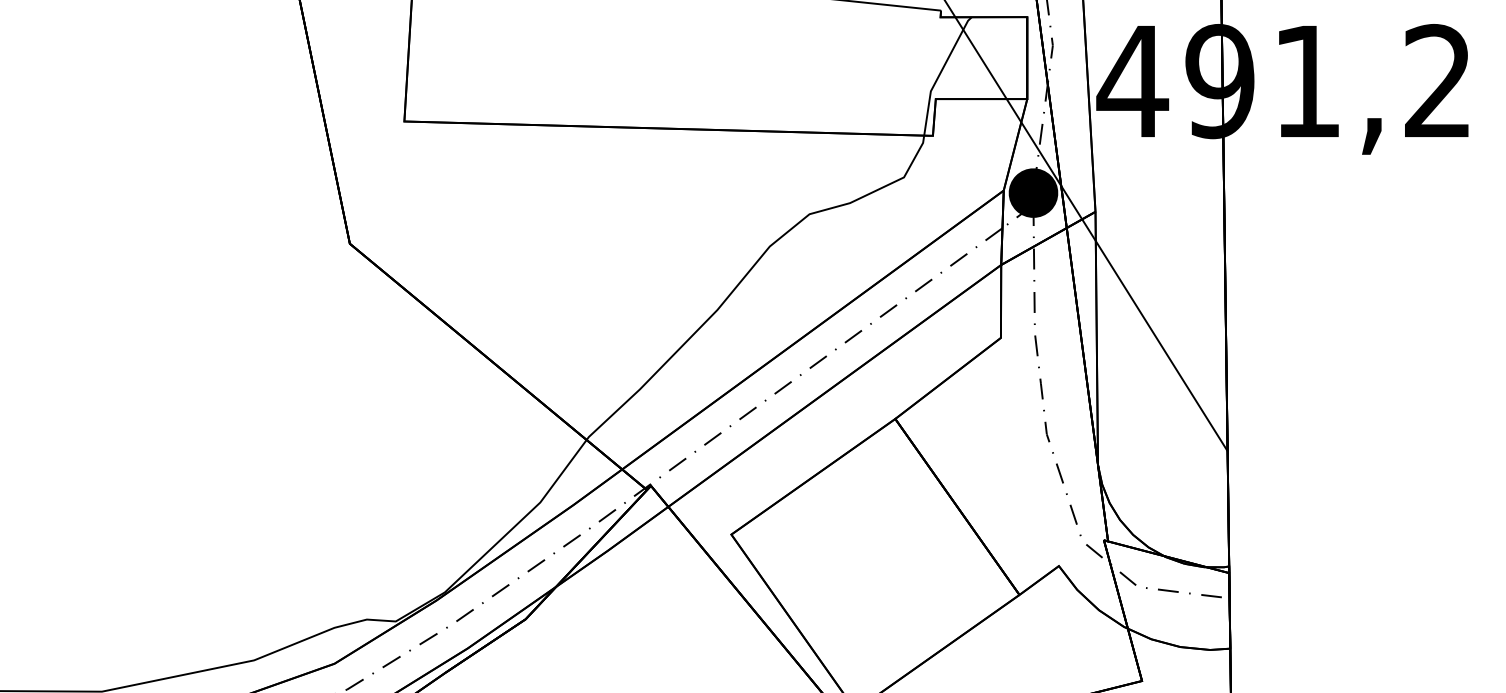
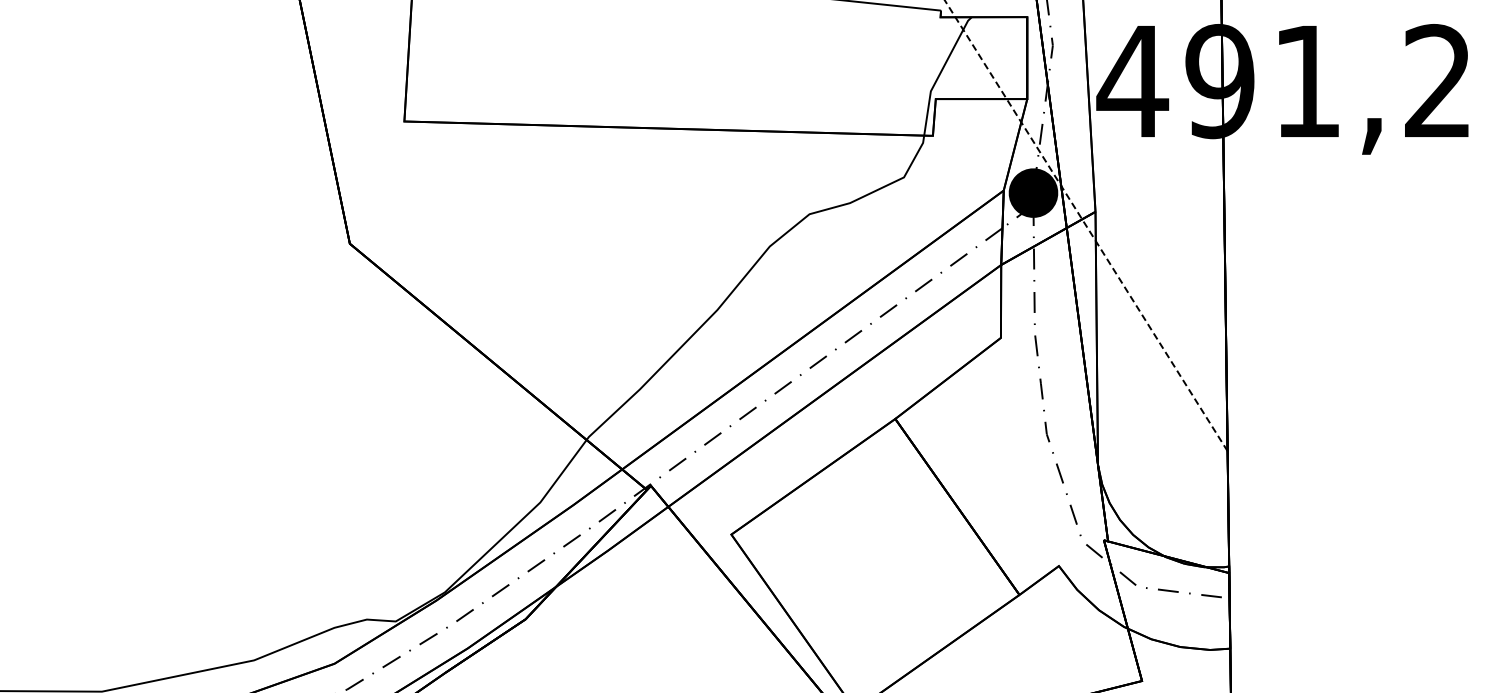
line at (1086, 225): solid -> dashed
